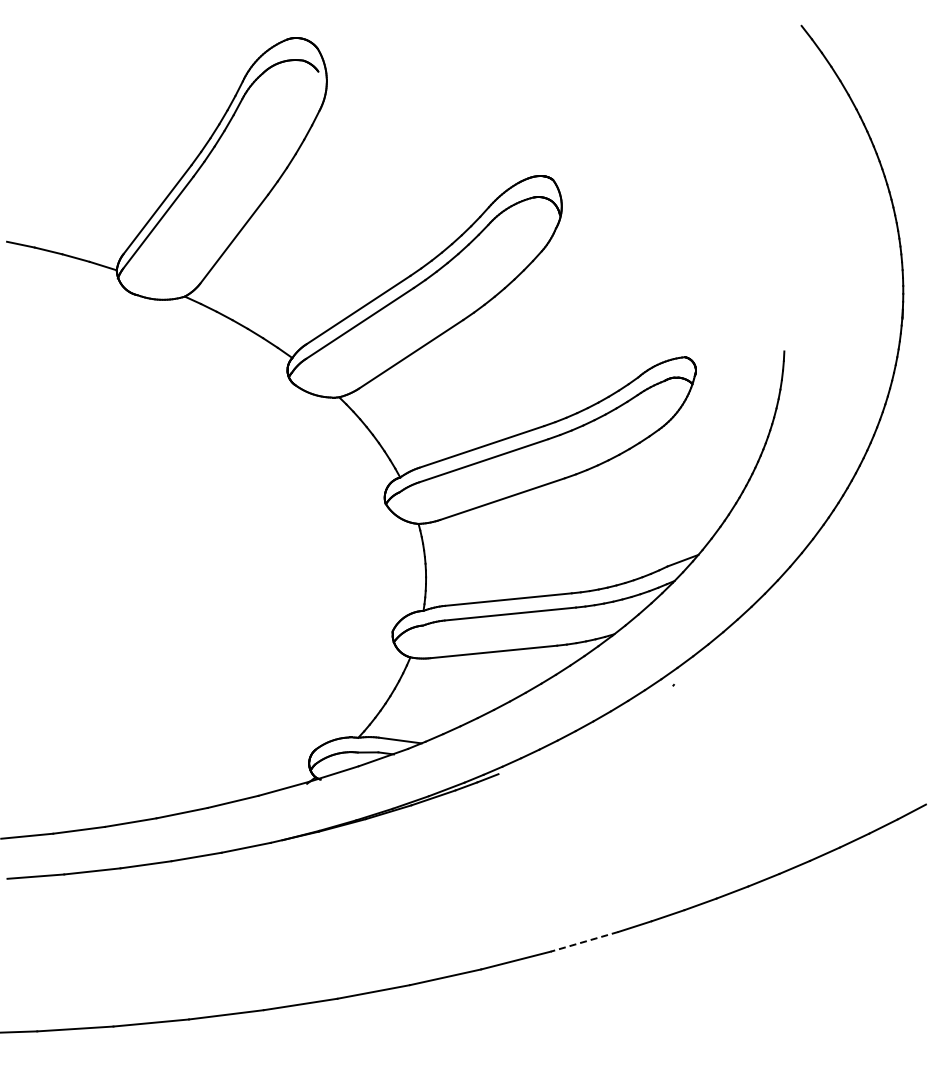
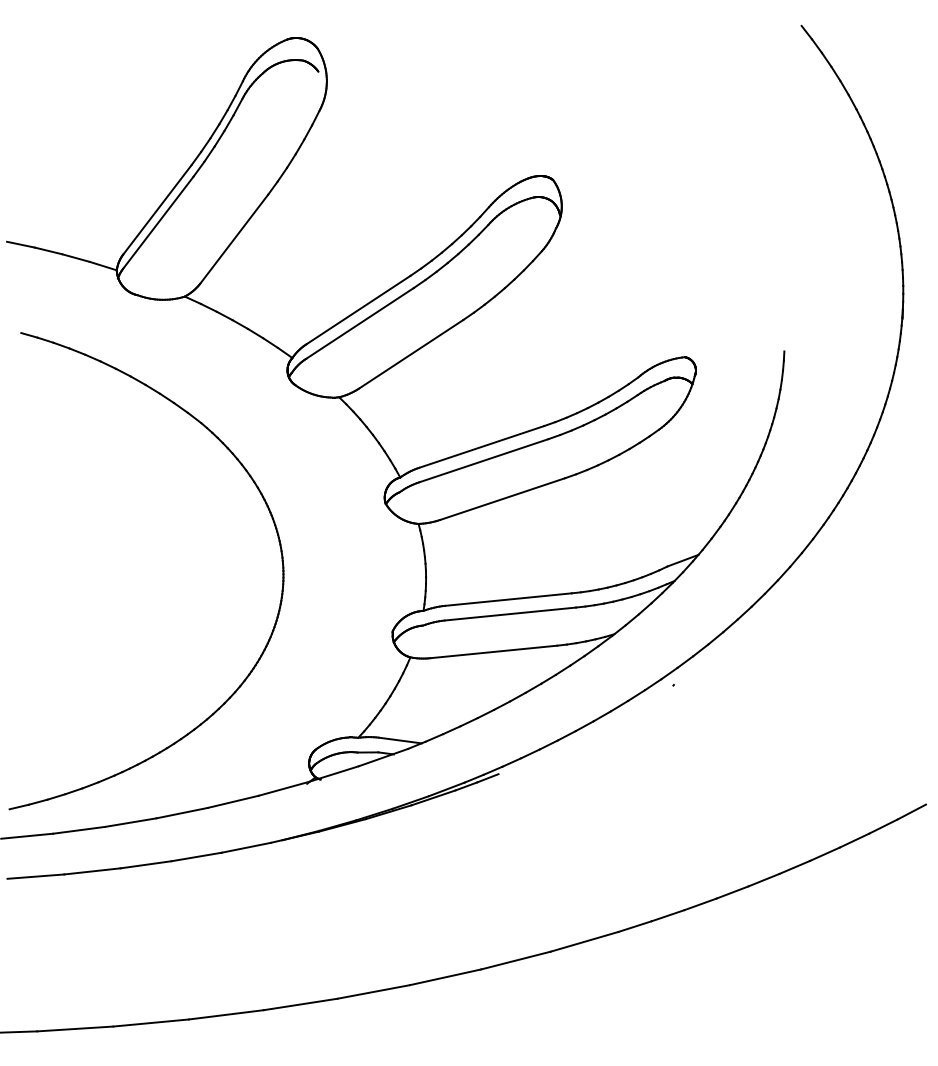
part at (279, 546): none -> present
line at (584, 941): dashed -> solid
